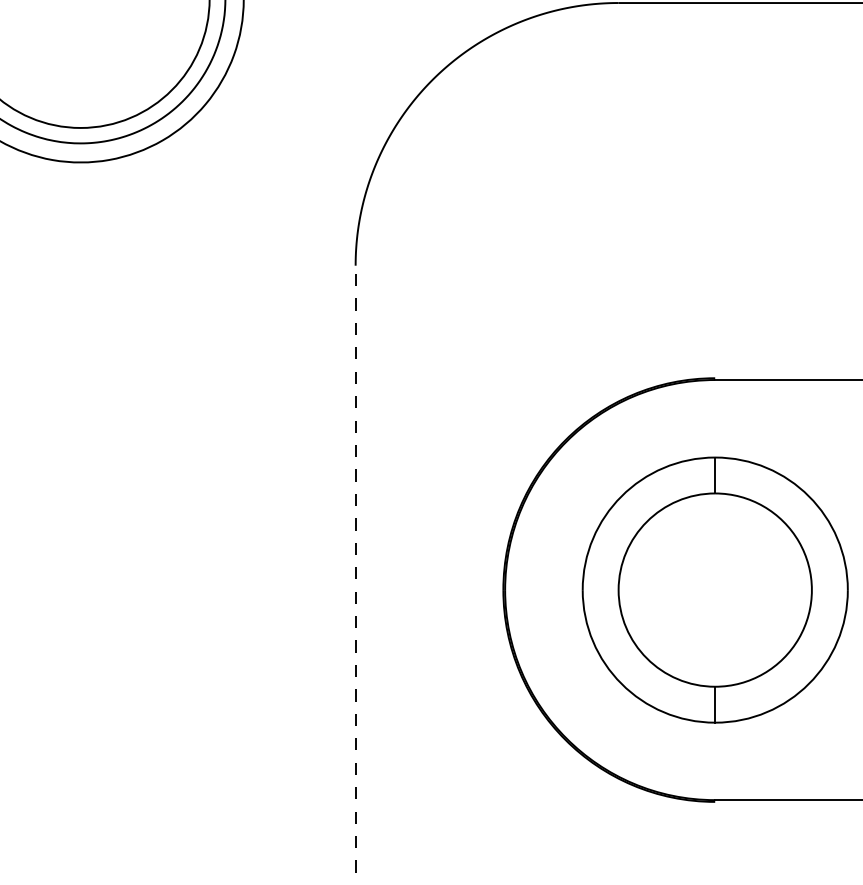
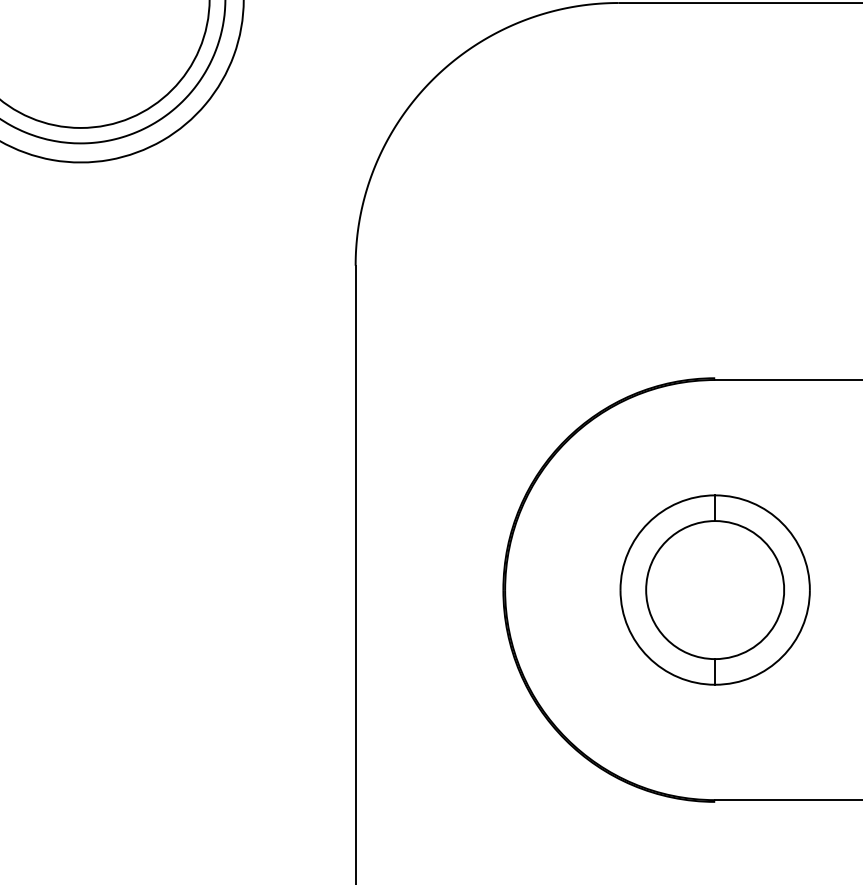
line at (355, 574): dashed -> solid
part at (714, 589) size: 268x268 px -> 192x192 px
